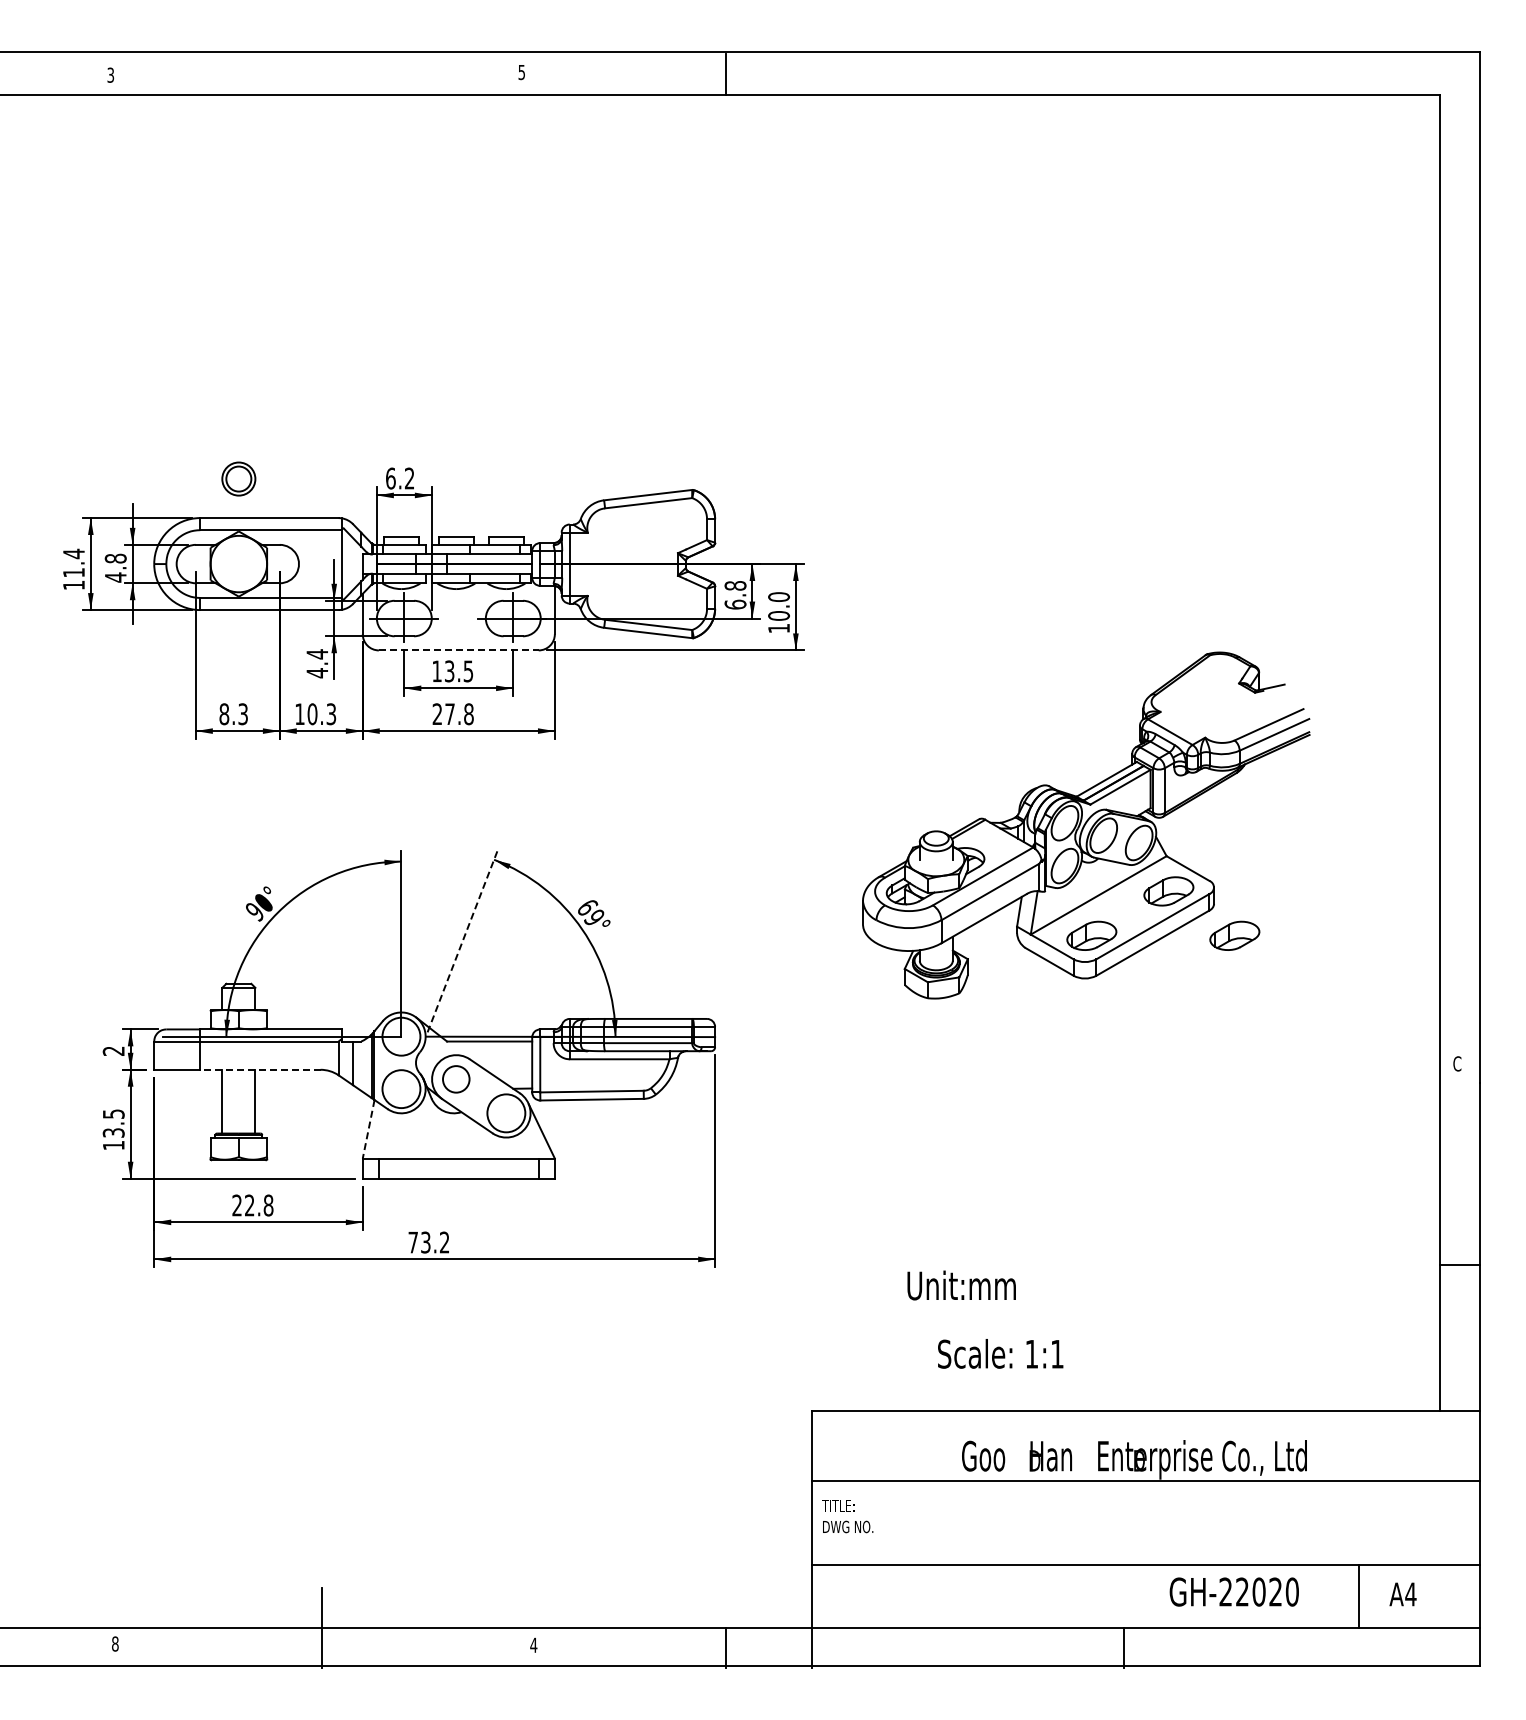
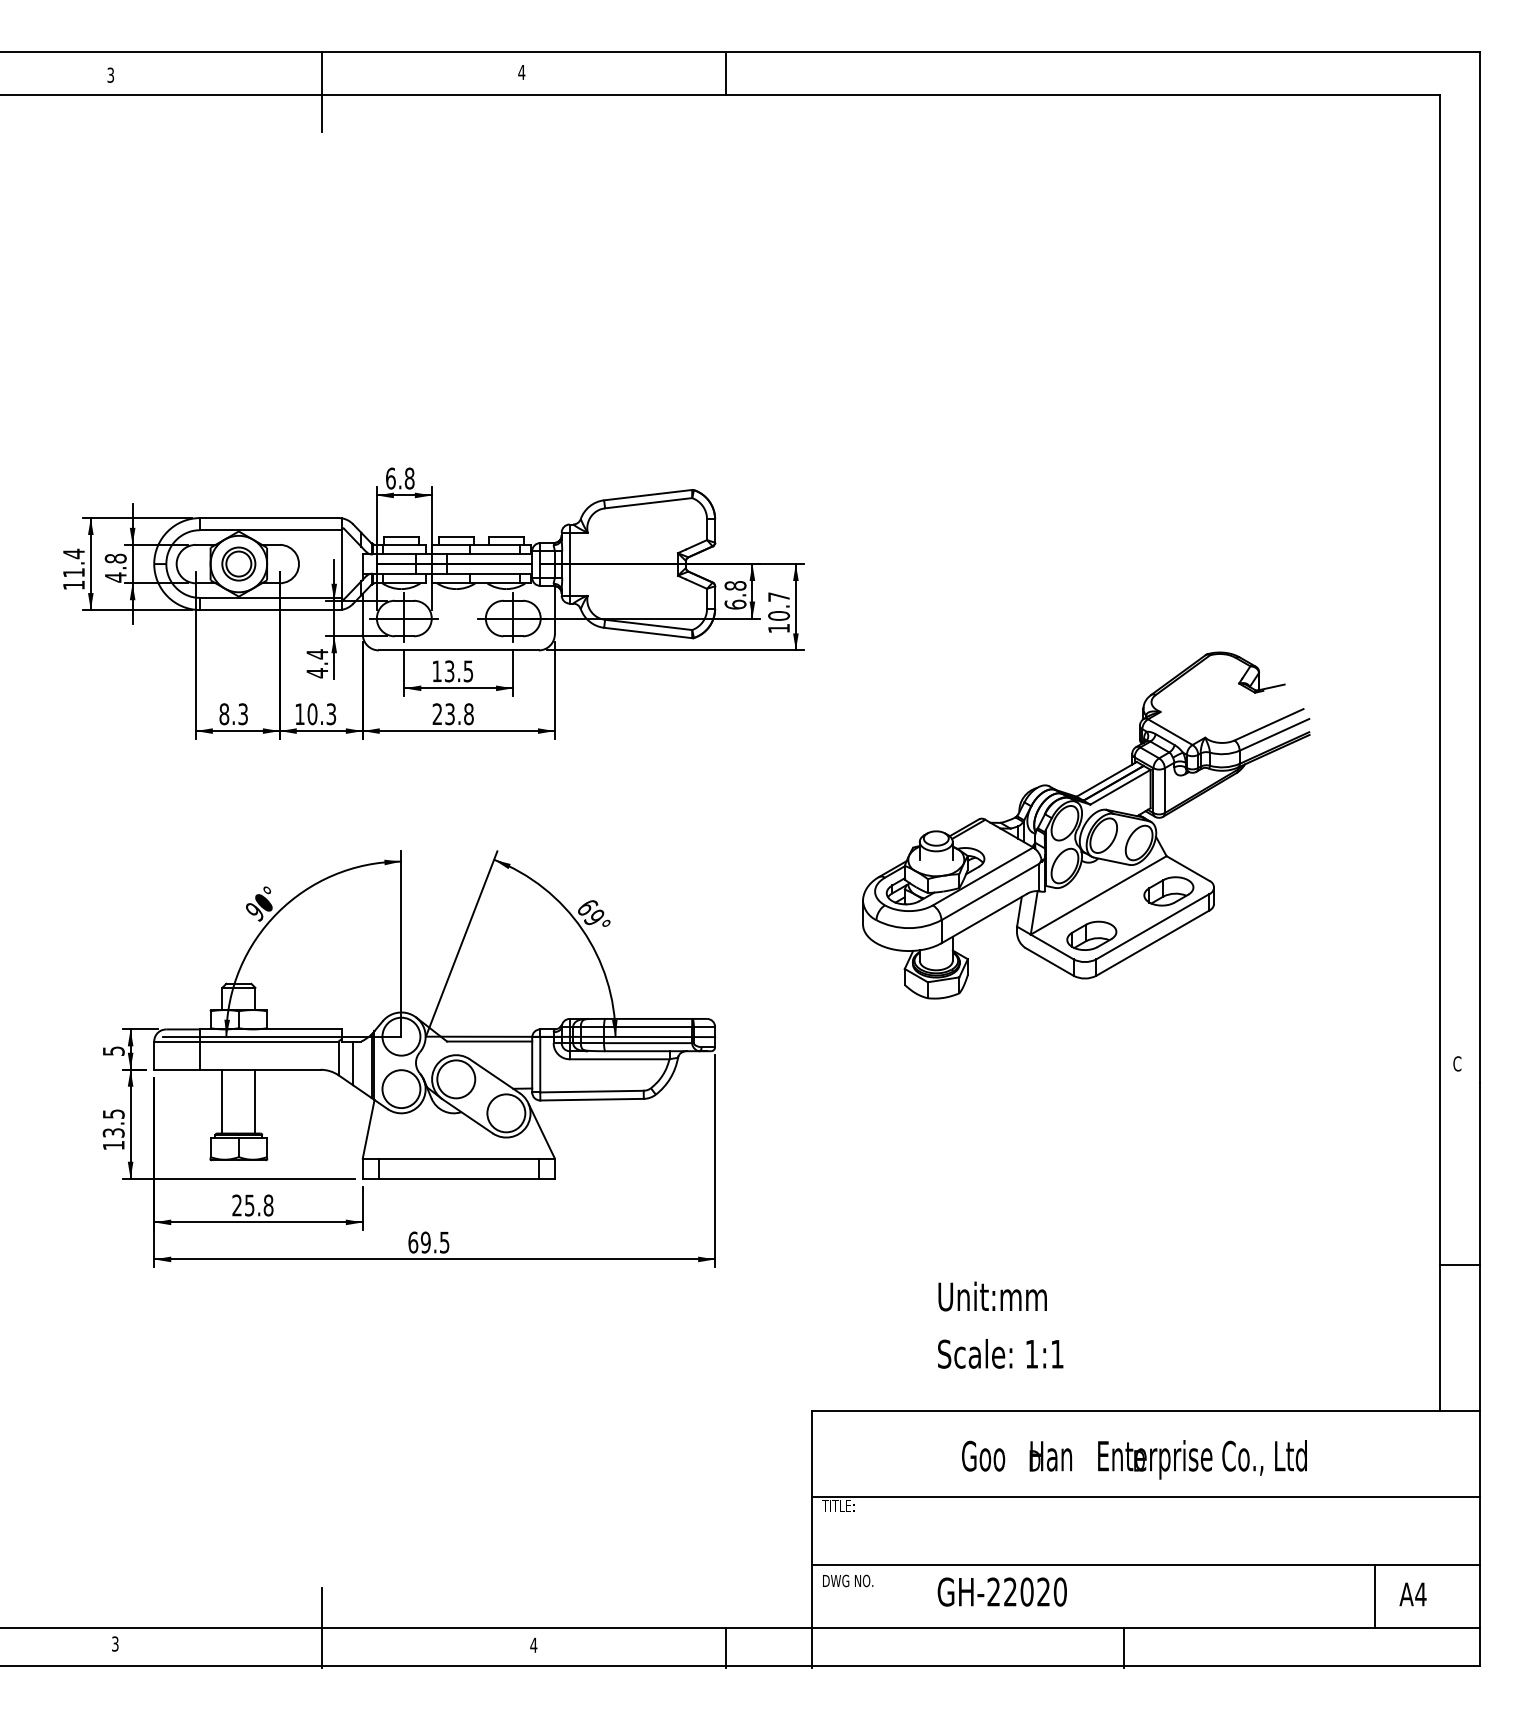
text at (521, 72): 5 -> 4
line at (322, 91): none -> present
part at (238, 478) position: (238, 478) -> (238, 563)
text at (409, 478): 6.2 -> 6.8
text at (778, 596): 10.0 -> 10.7
line at (458, 650): dashed -> solid
text at (449, 714): 27.8 -> 23.8
part at (1234, 935): present -> none
line at (461, 944): dashed -> solid
text at (113, 1050): 2 -> 5
line at (259, 1069): dashed -> solid
circle at (456, 1079) diameter: 27 px -> 38 px
line at (368, 1129): dashed -> solid
text at (249, 1205): 22.8 -> 25.8
text at (428, 1242): 73.2 -> 69.5
text at (961, 1285) position: (961, 1285) -> (992, 1296)
line at (1146, 1480) position: (1146, 1480) -> (1146, 1496)
text at (848, 1526) position: (848, 1526) -> (848, 1580)
text at (1233, 1591) position: (1233, 1591) -> (1001, 1591)
text at (1402, 1594) position: (1402, 1594) -> (1412, 1594)
line at (1359, 1596) position: (1359, 1596) -> (1375, 1596)
text at (115, 1643): 8 -> 3
